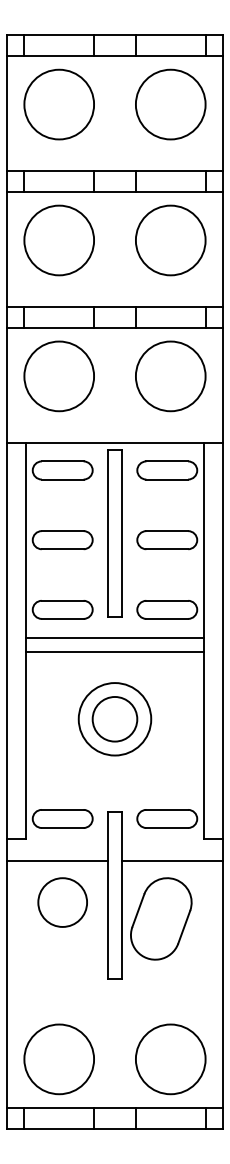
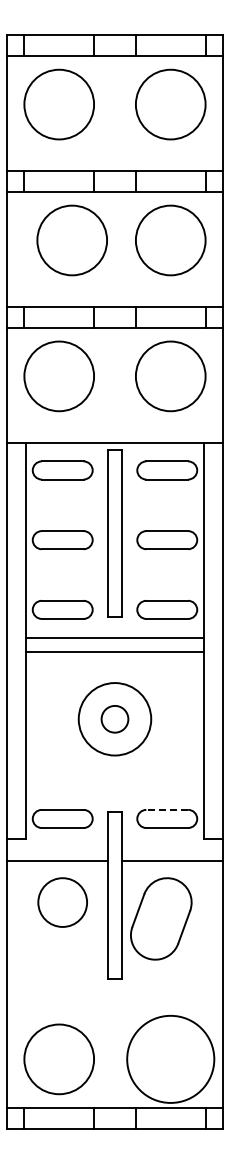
circle at (58, 240) position: (58, 240) -> (71, 240)
circle at (114, 718) diameter: 45 px -> 27 px
line at (167, 809): solid -> dashed
circle at (170, 1059) diameter: 70 px -> 87 px
